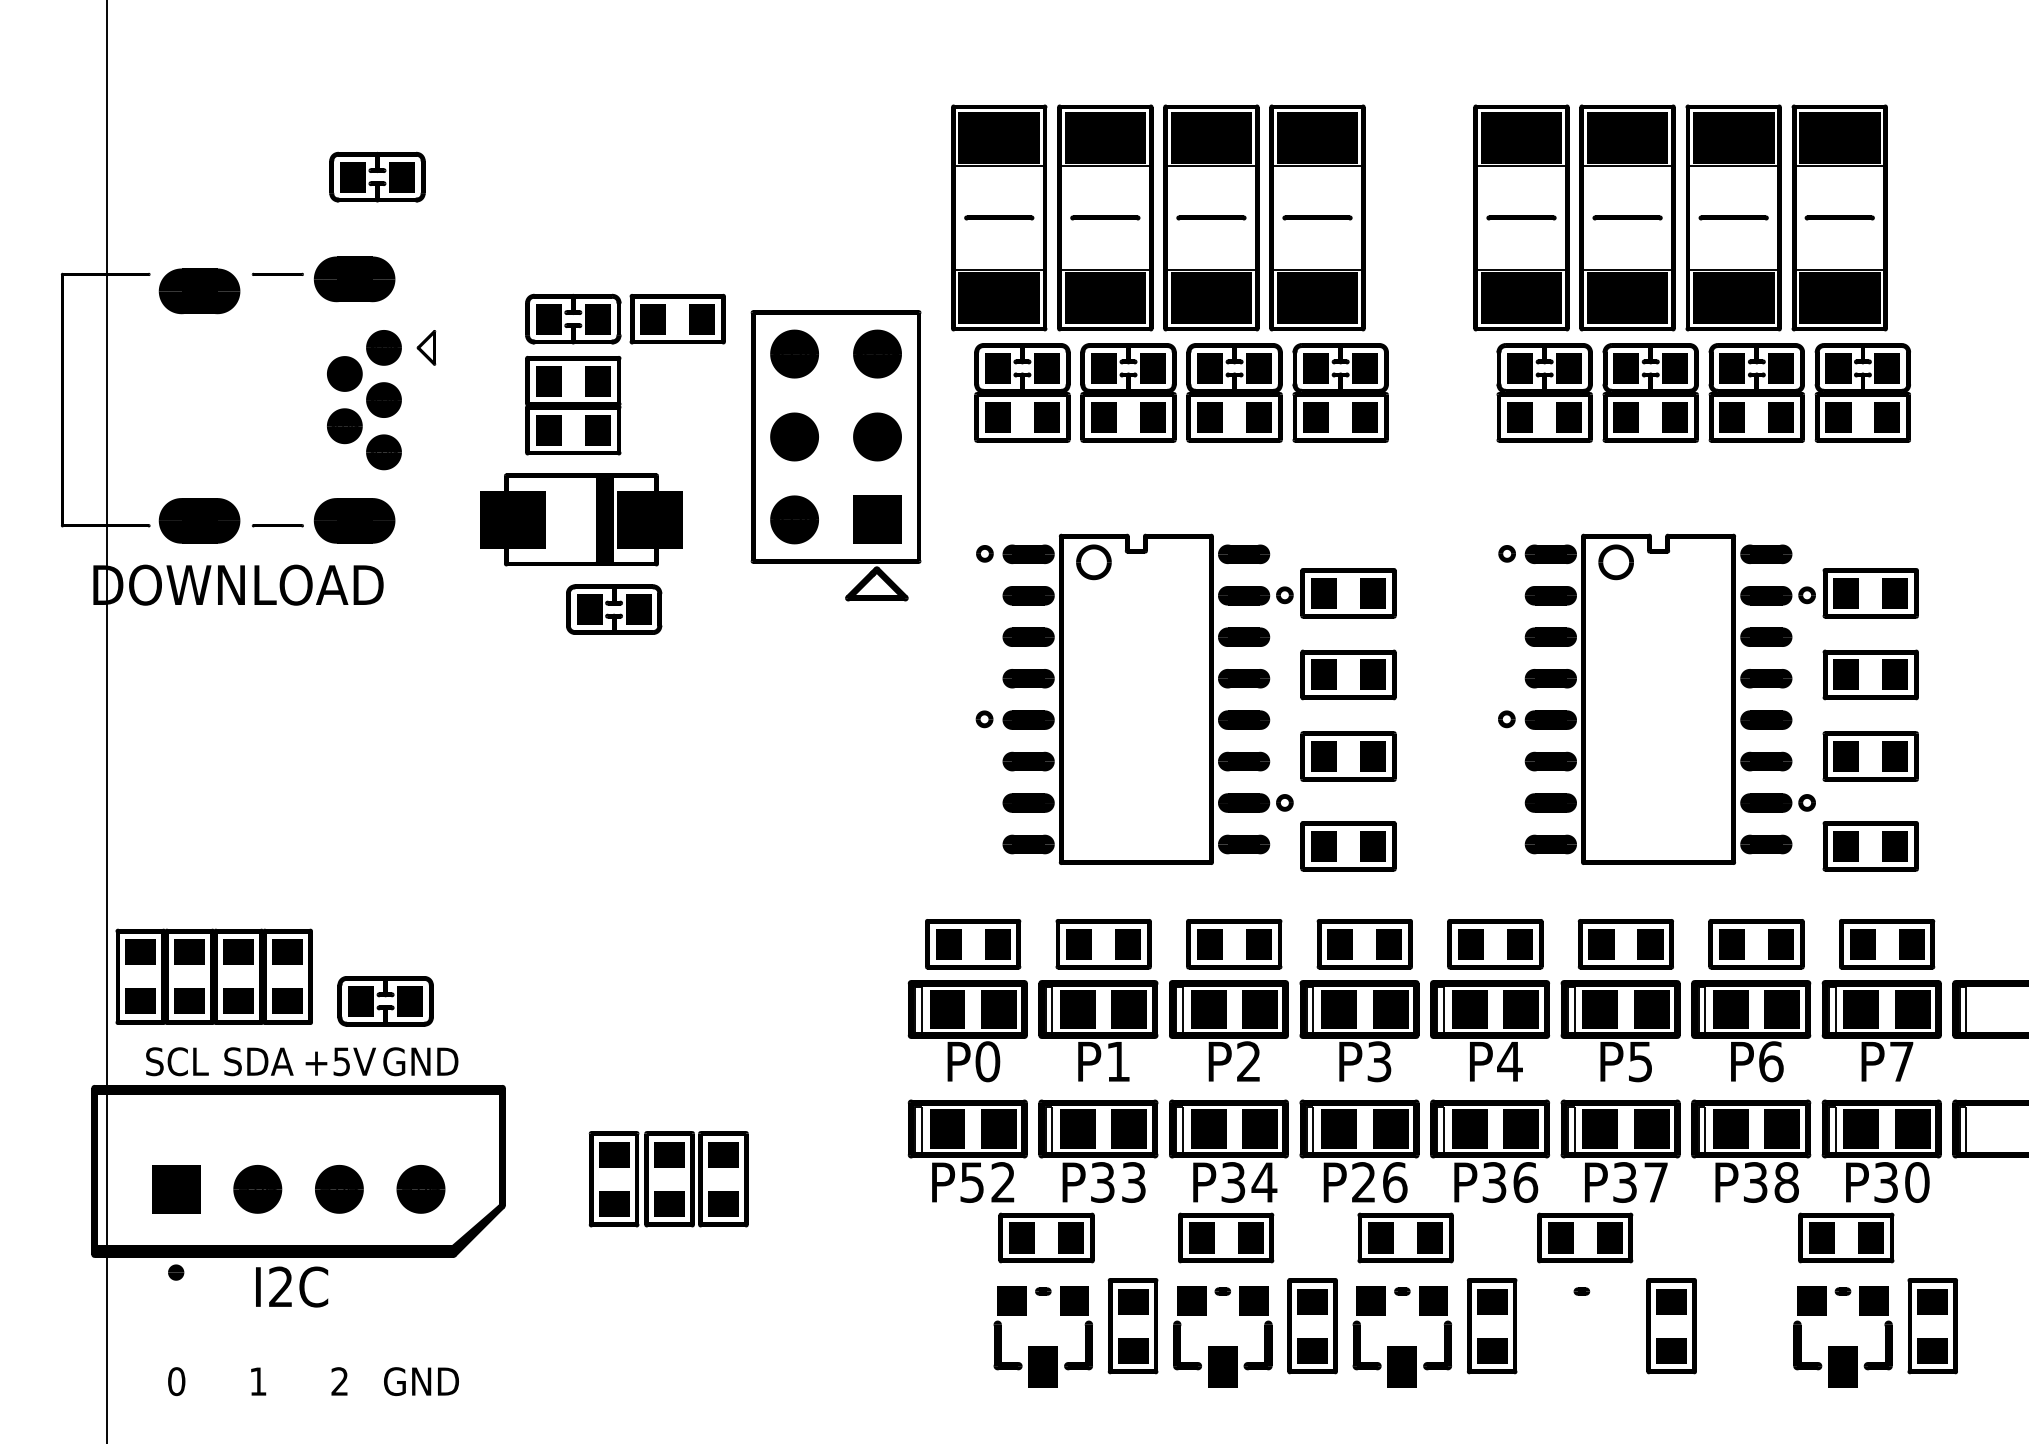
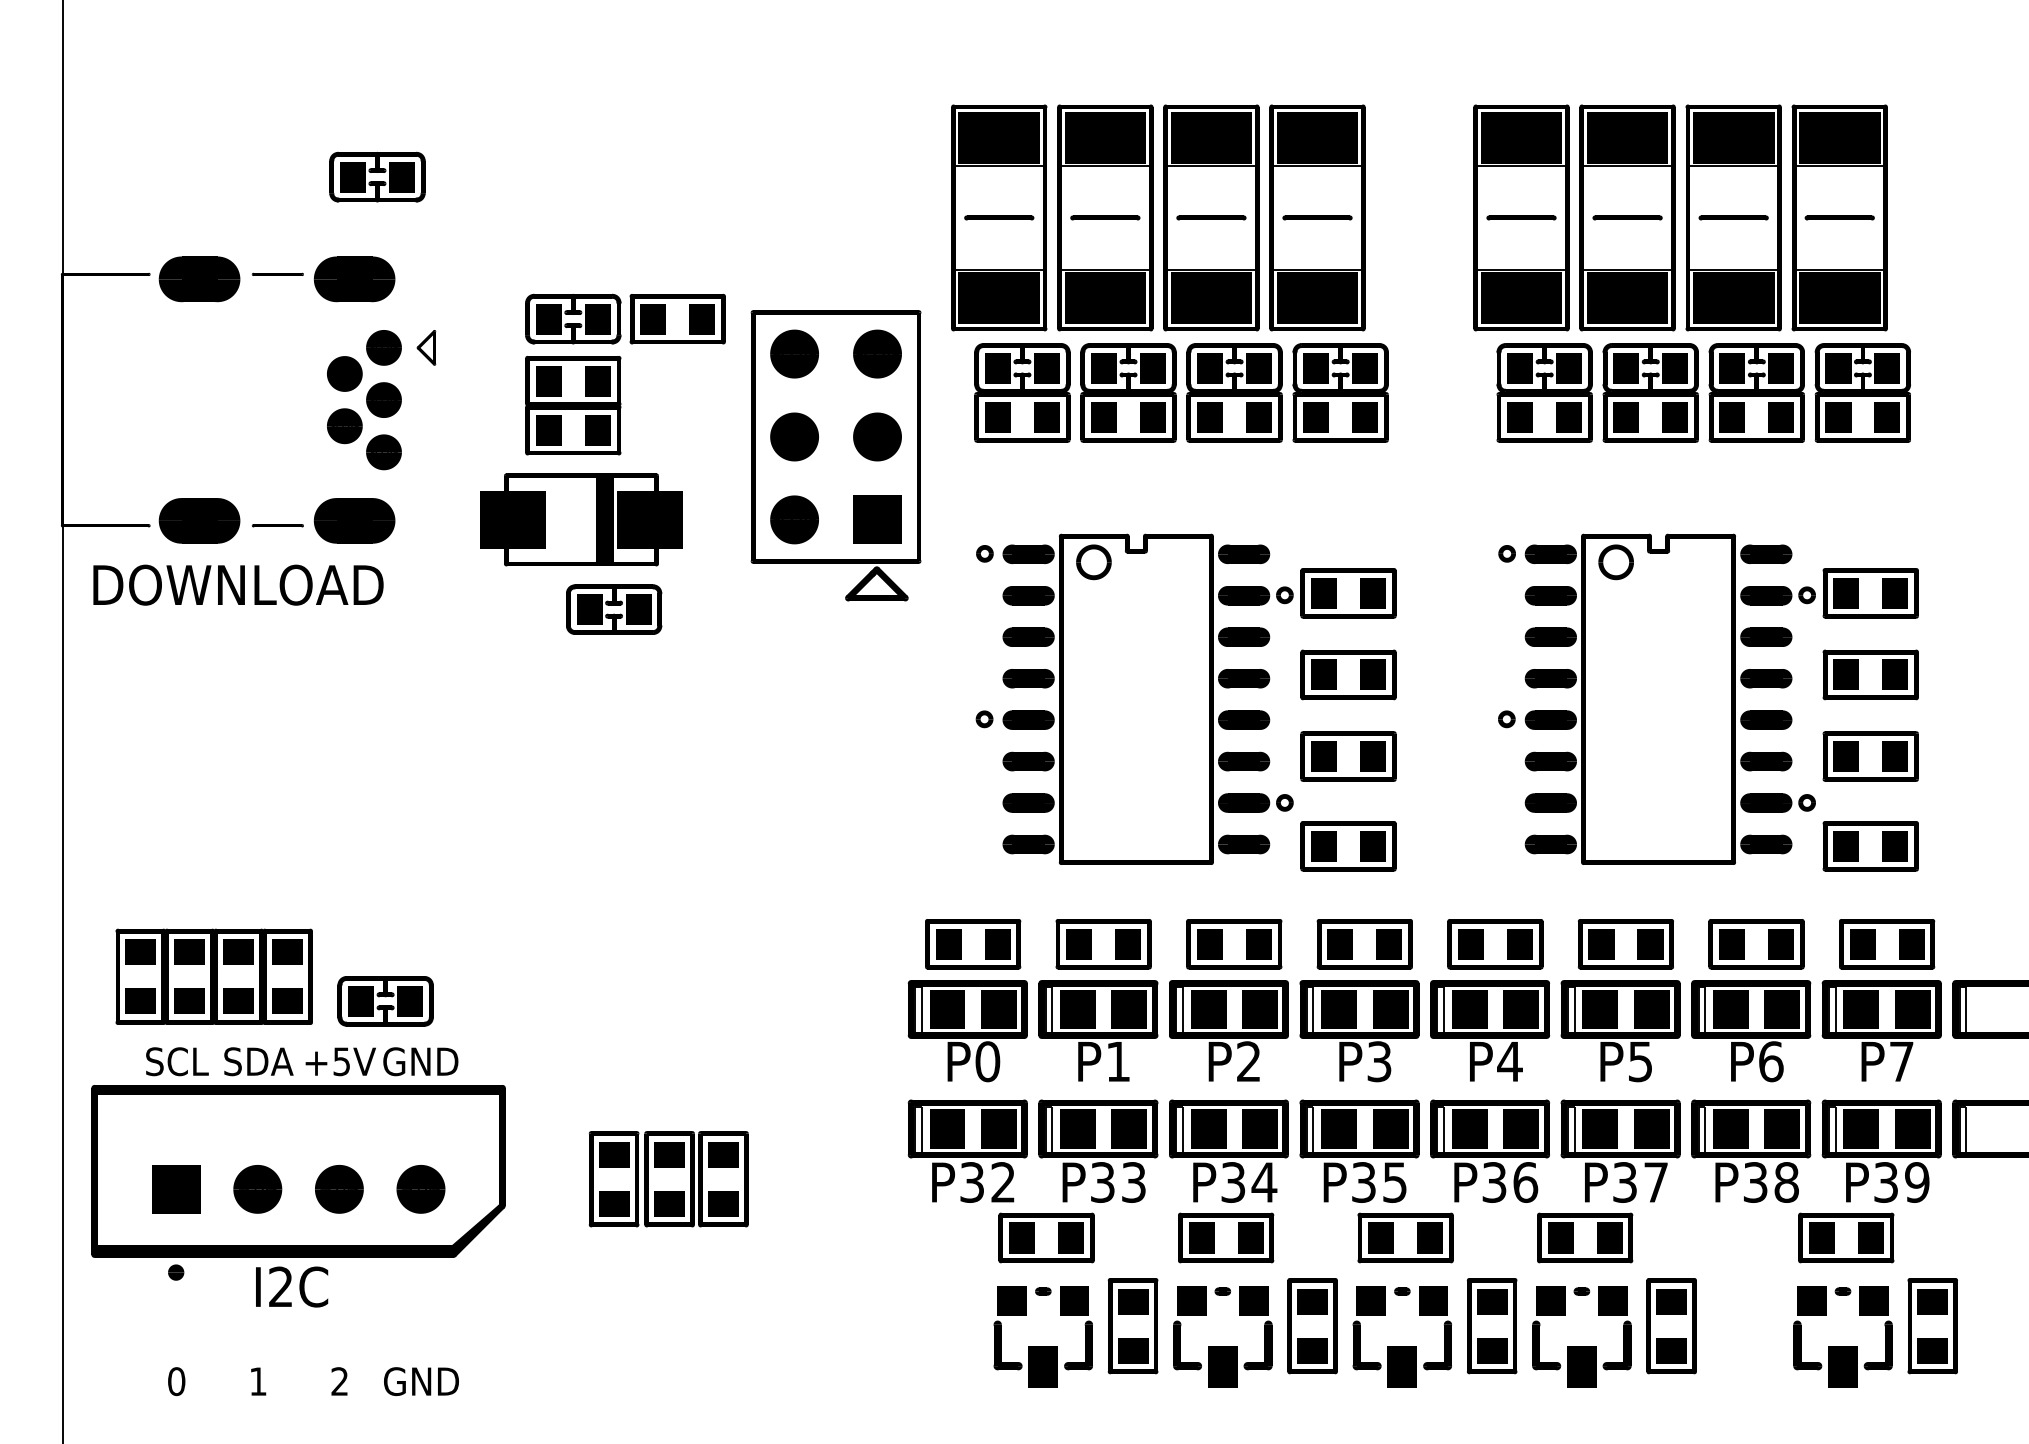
part at (199, 291) position: (199, 291) -> (199, 279)
line at (106, 721) position: (106, 721) -> (62, 721)
text at (972, 1182): P52 -> P32
text at (1379, 1182): P26 -> P35
text at (1917, 1182): P30 -> P39
part at (1581, 1346): none -> present
